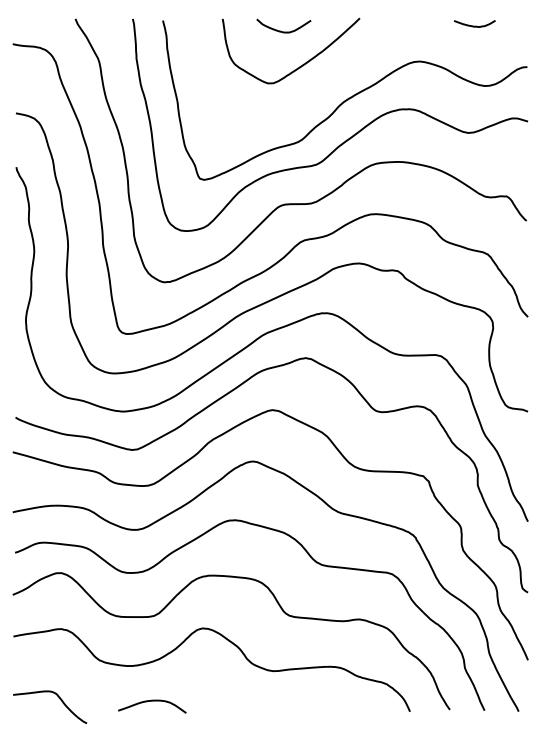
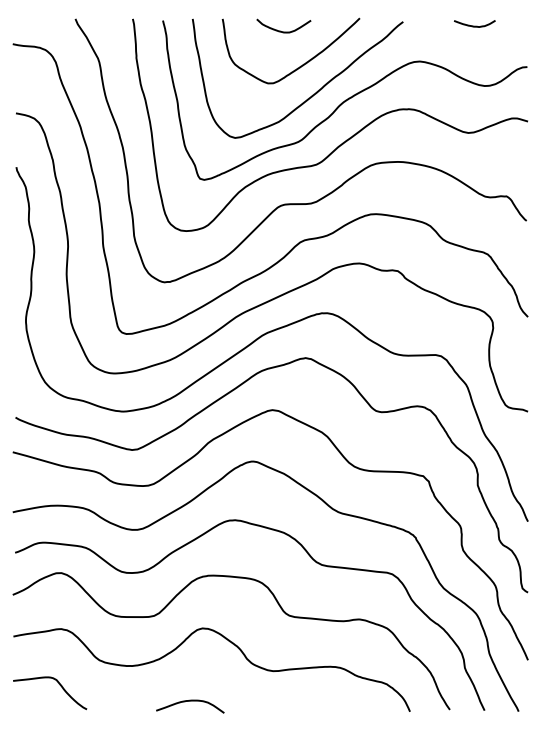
curve at (312, 94): none -> present
curve at (59, 699) position: (59, 699) -> (59, 685)
curve at (152, 701) position: (152, 701) -> (190, 701)
